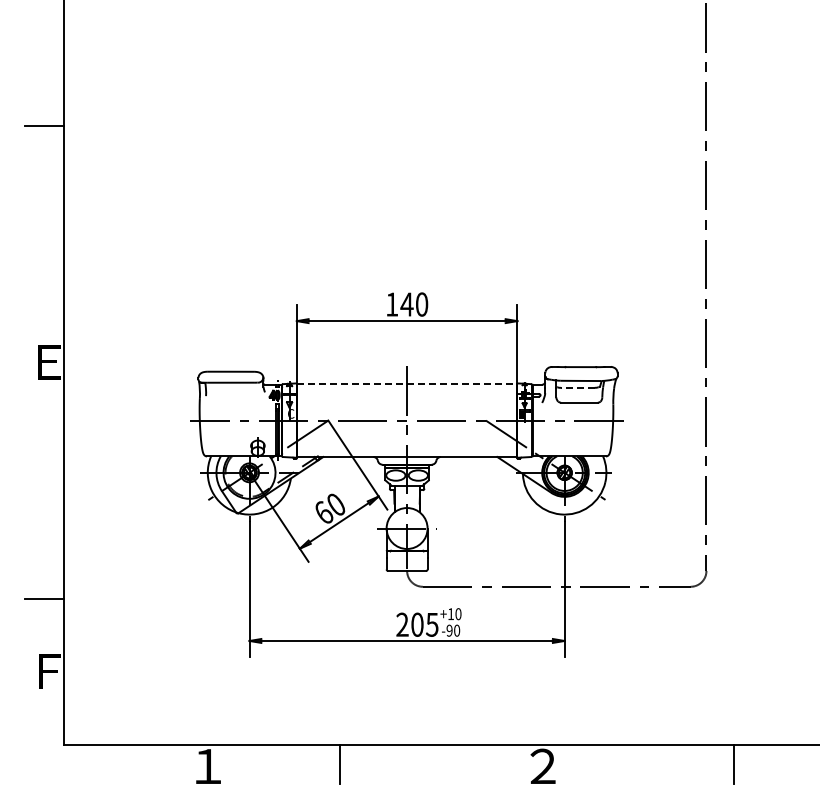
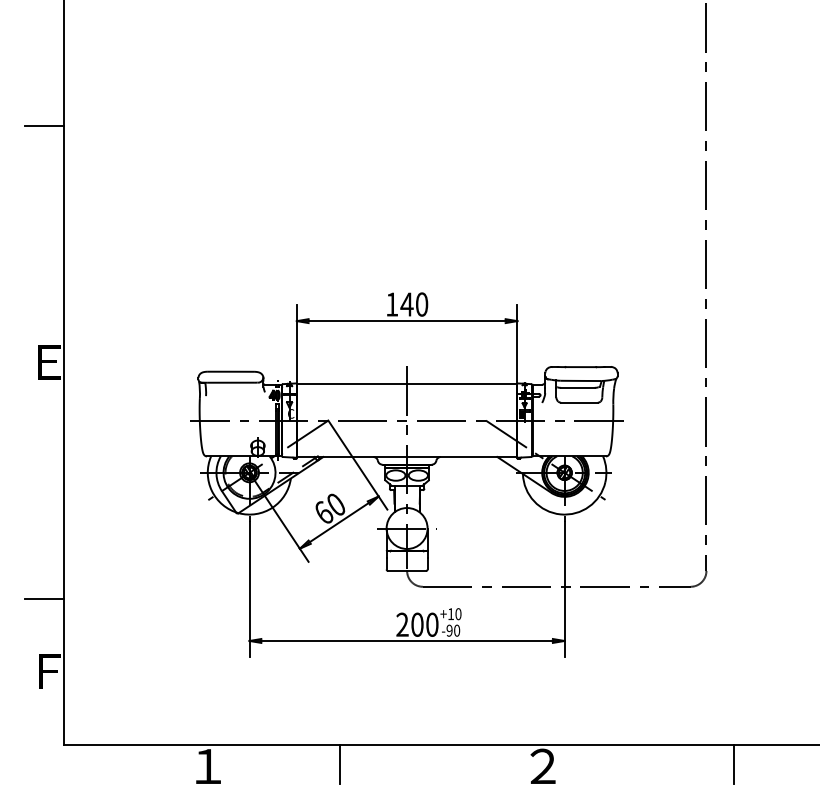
line at (407, 384): dashed -> solid
line at (577, 387): dashed -> solid
text at (432, 624): 205 -> 200
